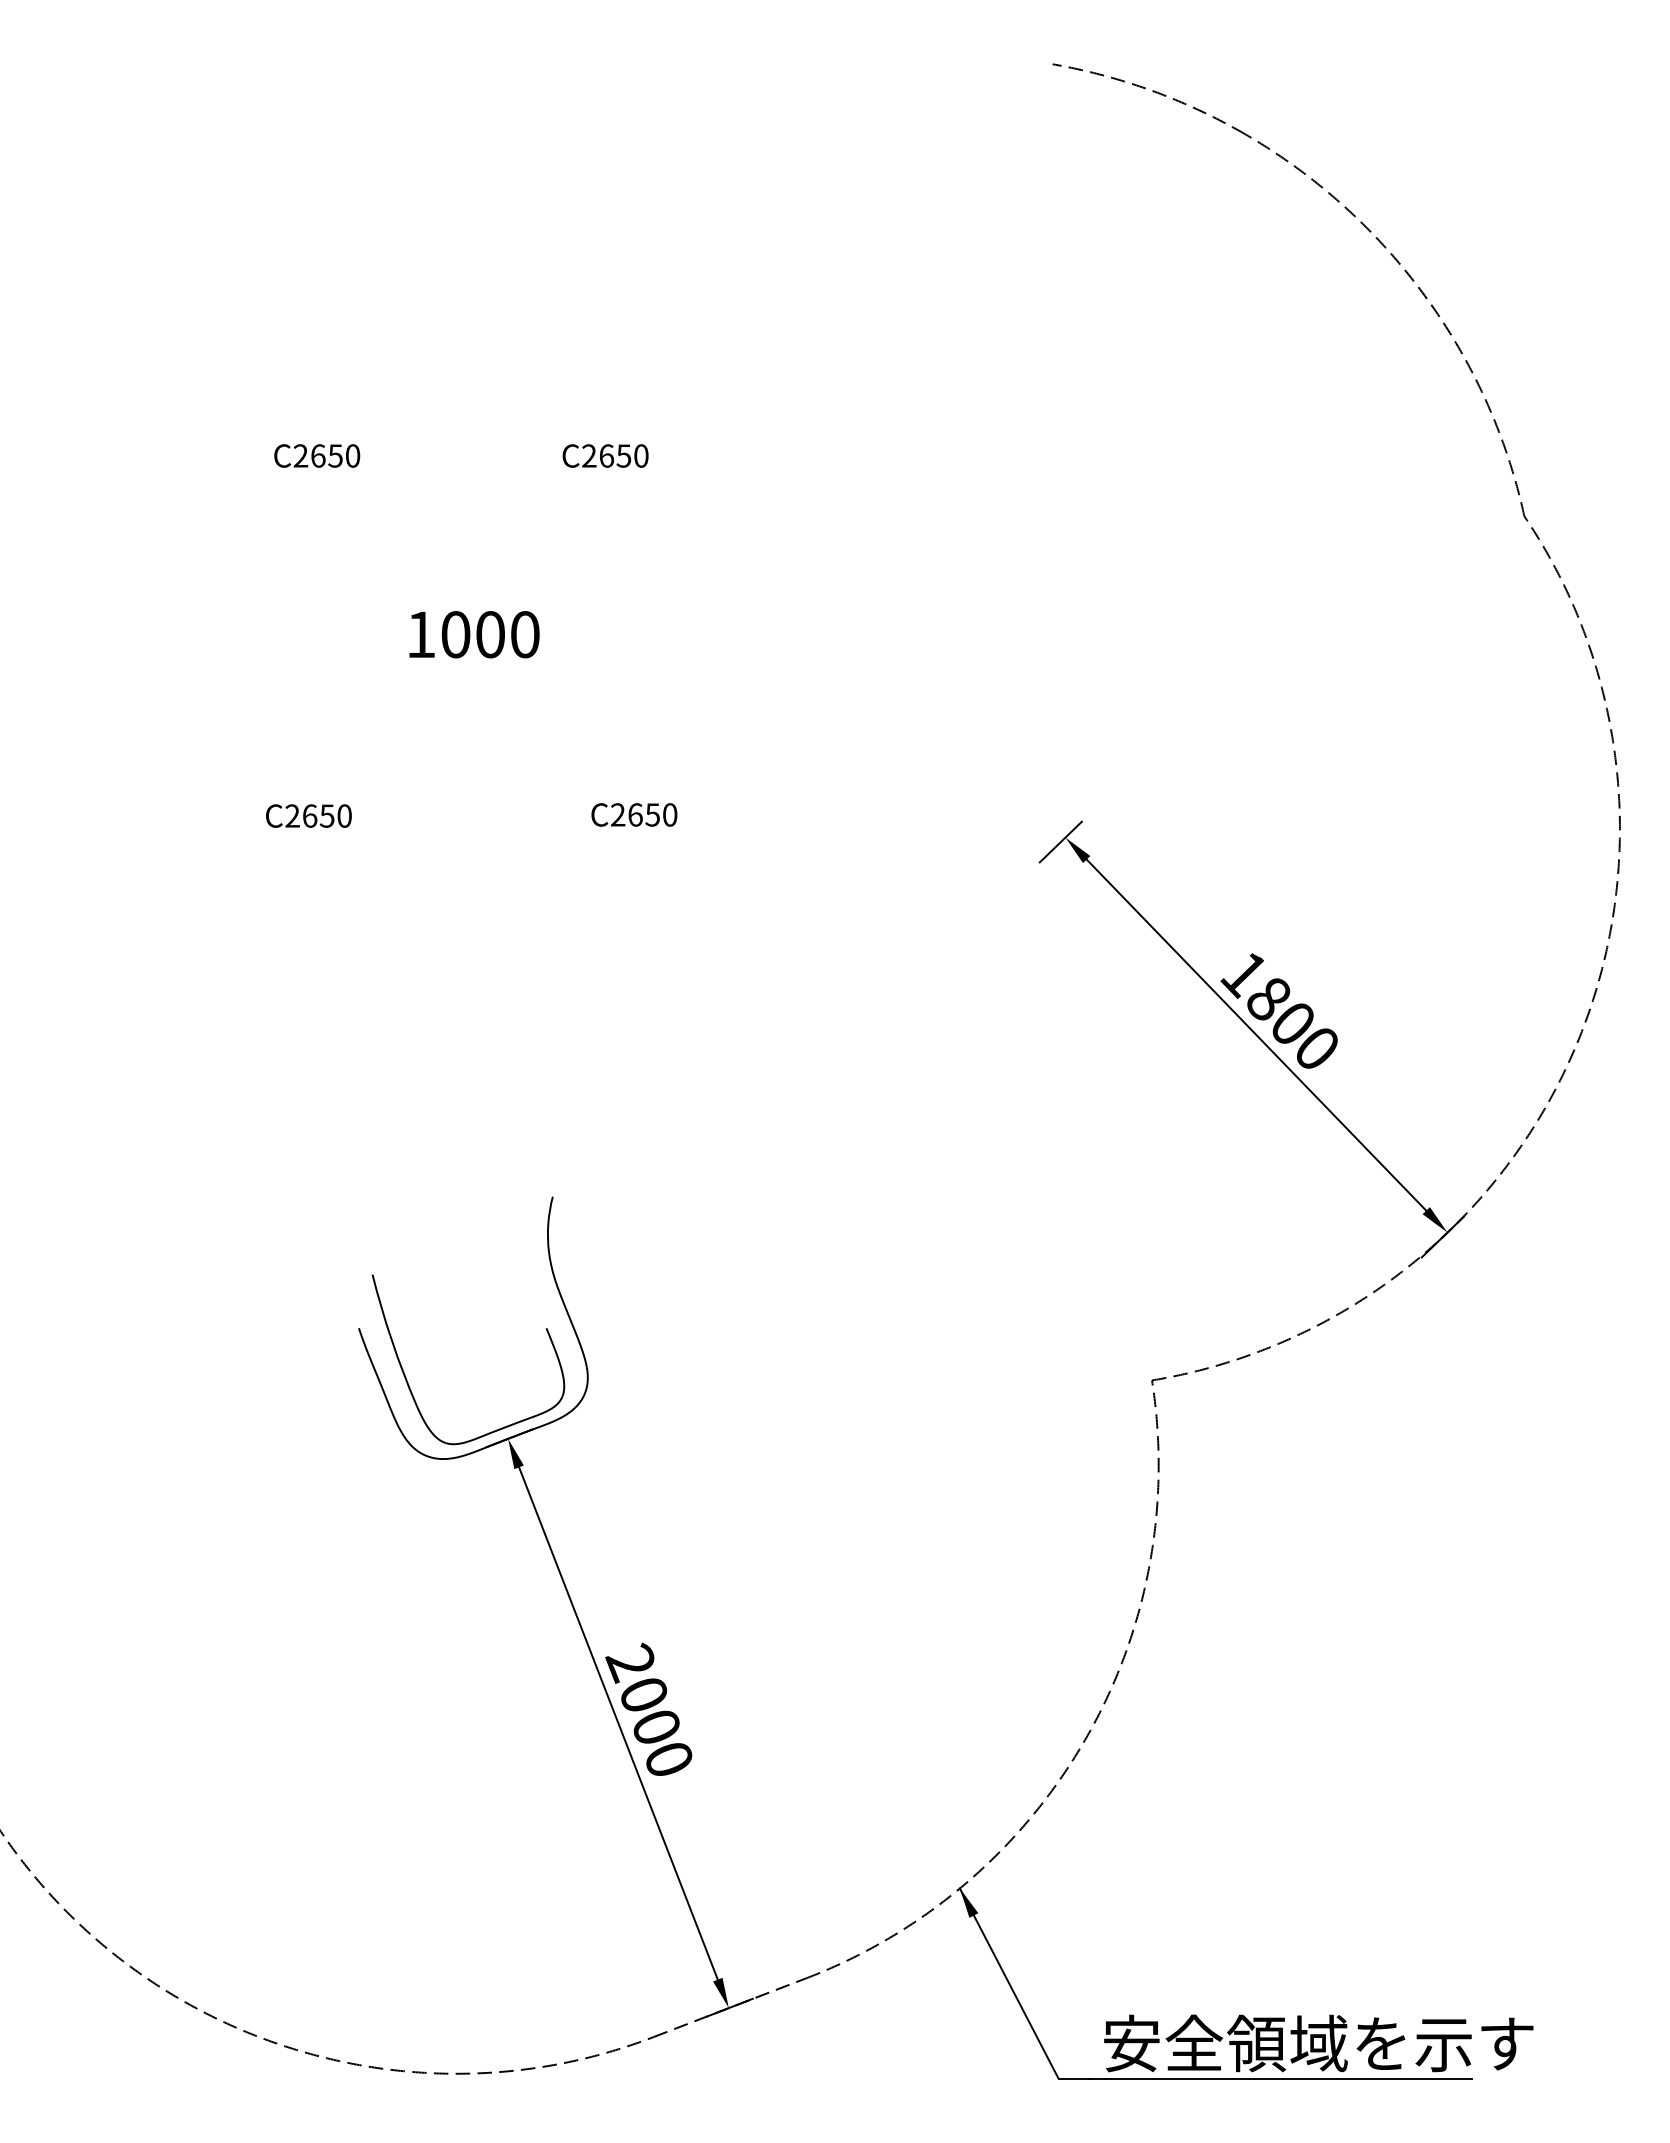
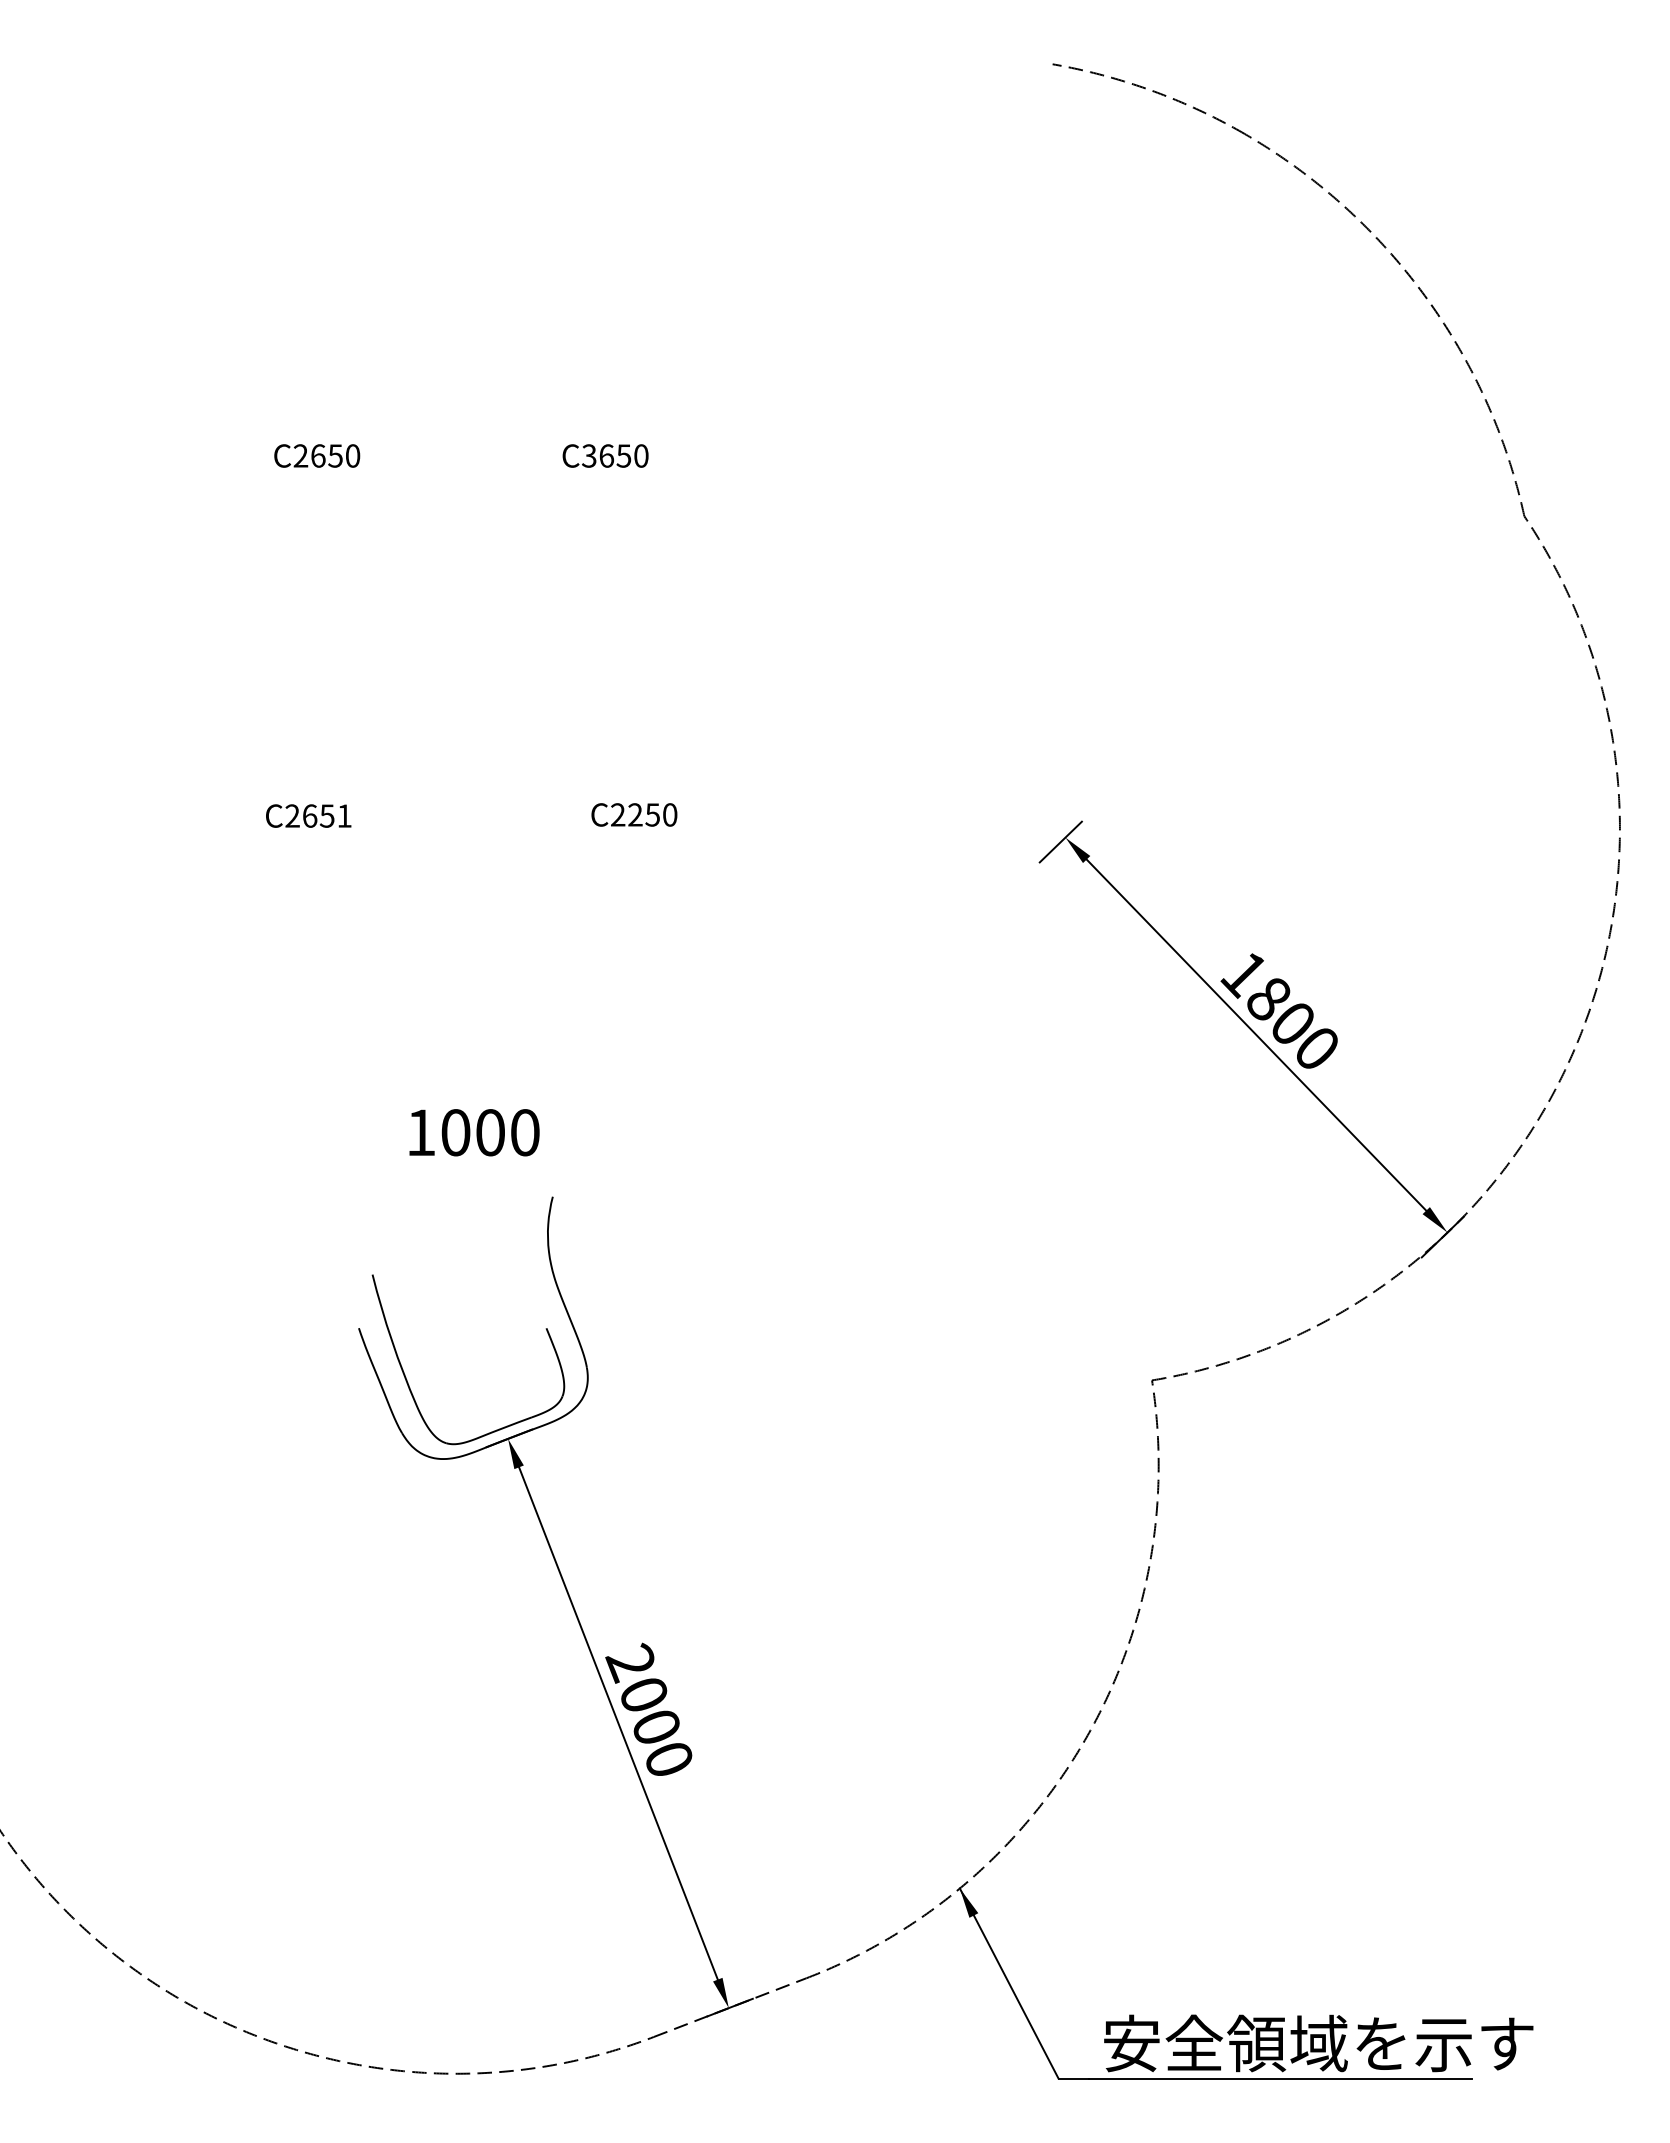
text at (589, 455): C2650 -> C3650
text at (474, 634) position: (474, 634) -> (474, 1132)
text at (635, 814): C2650 -> C2250
text at (344, 815): C2650 -> C2651
